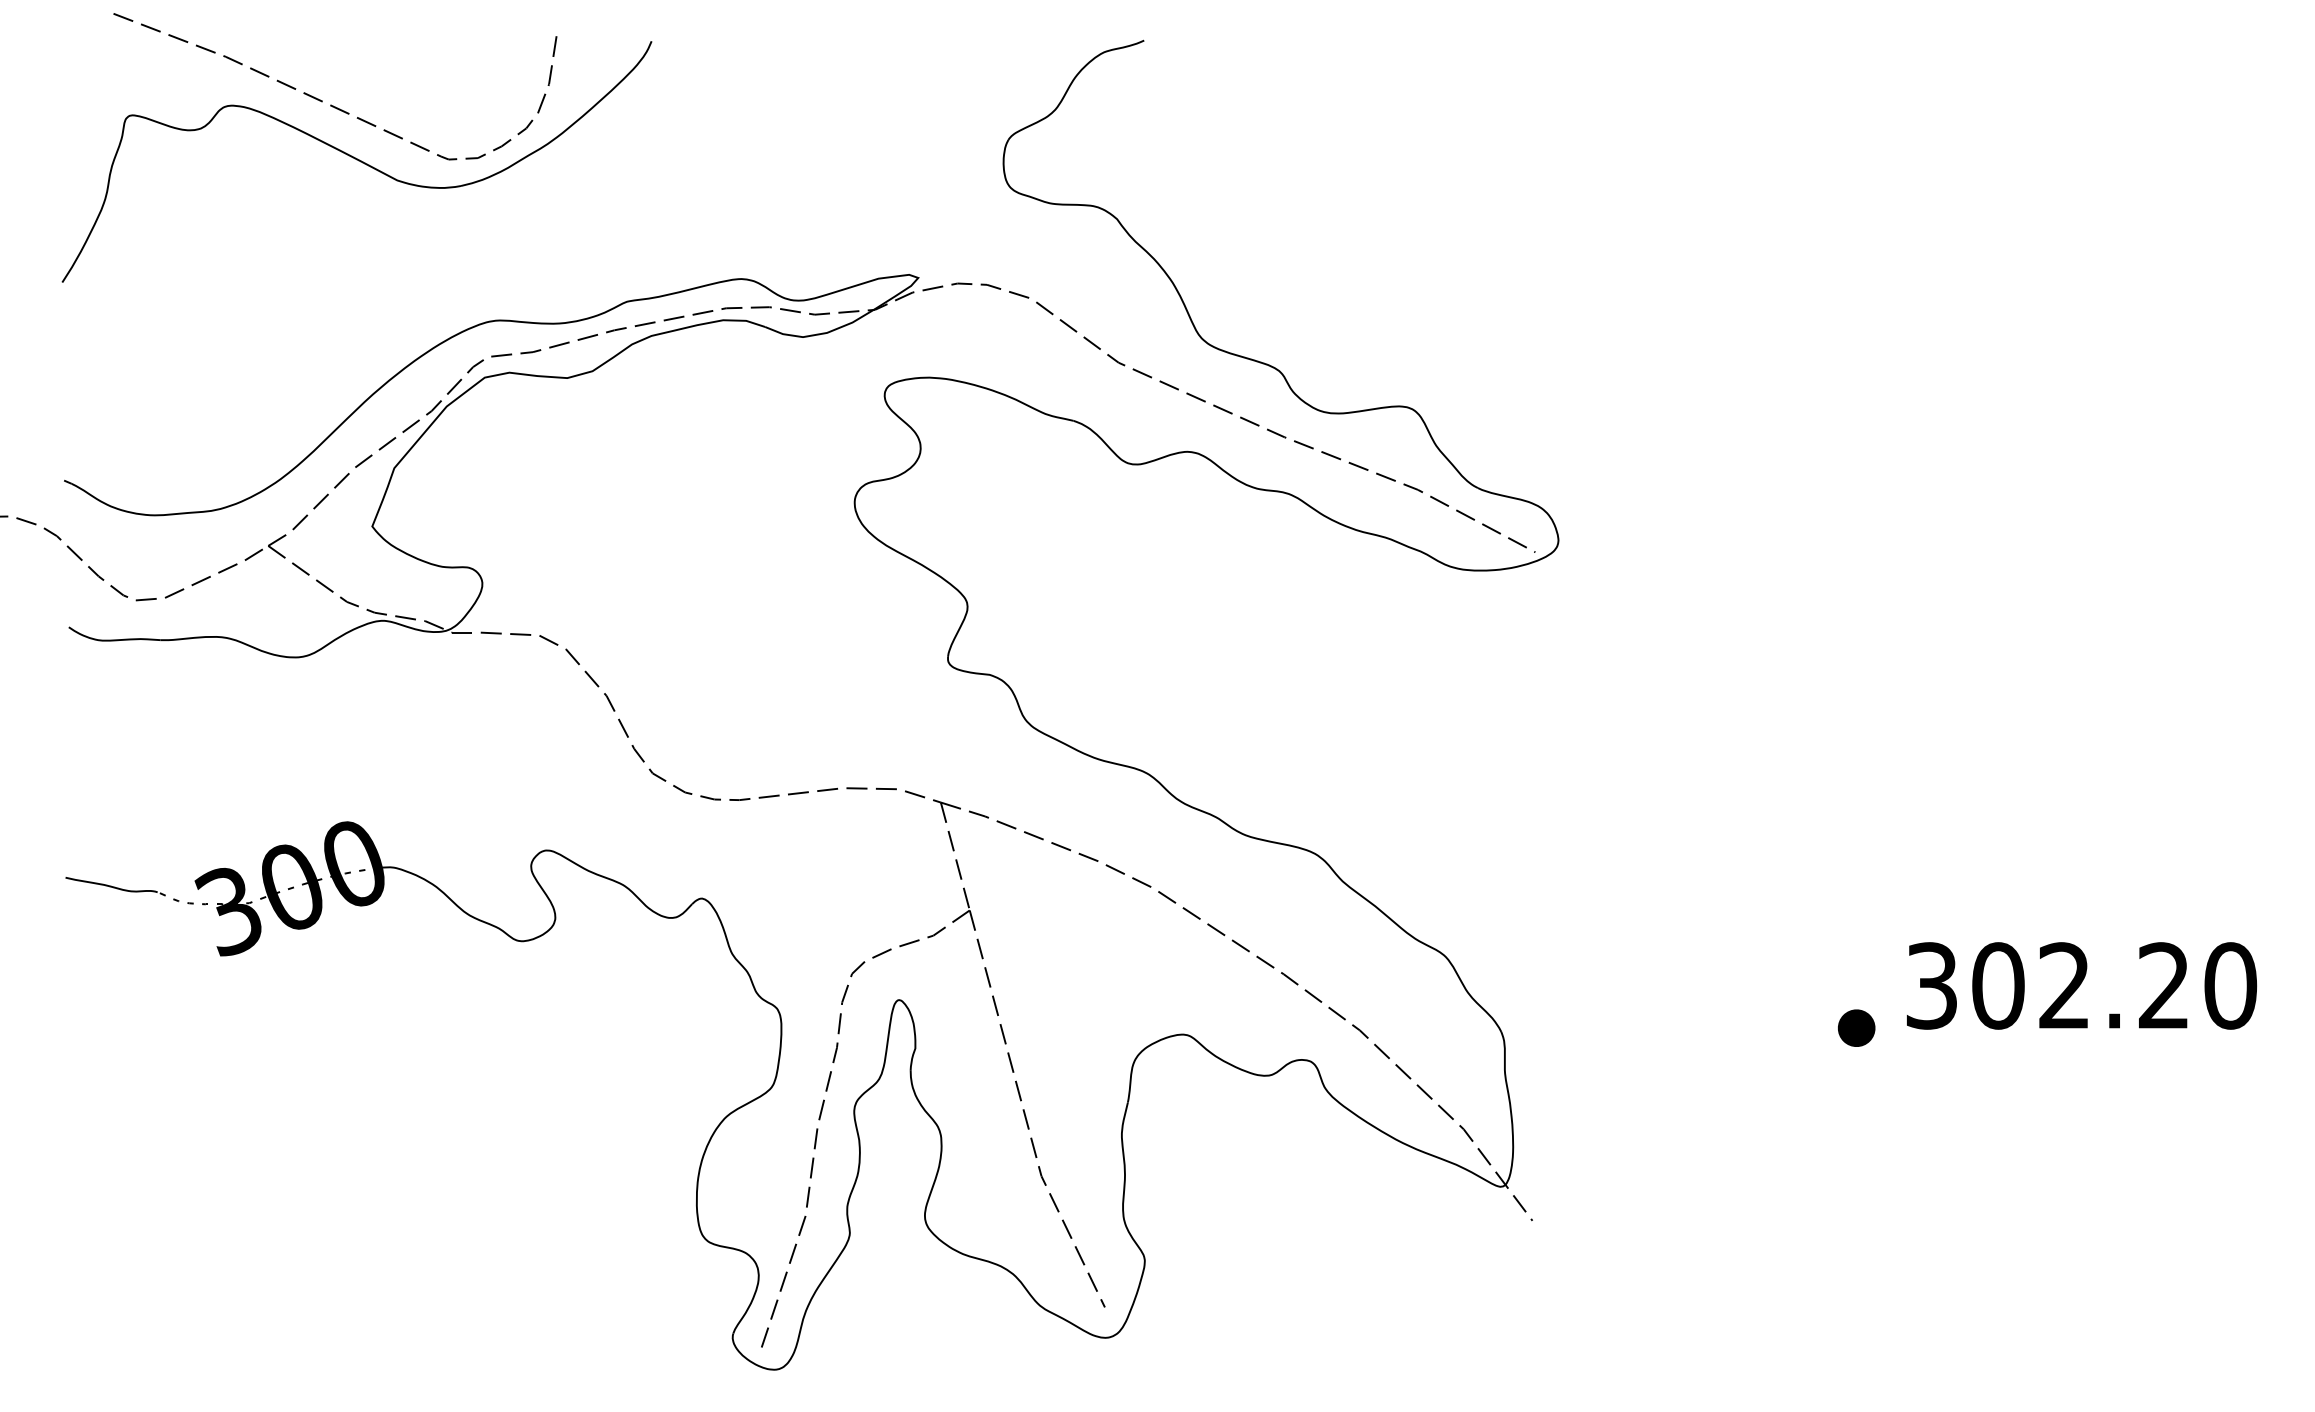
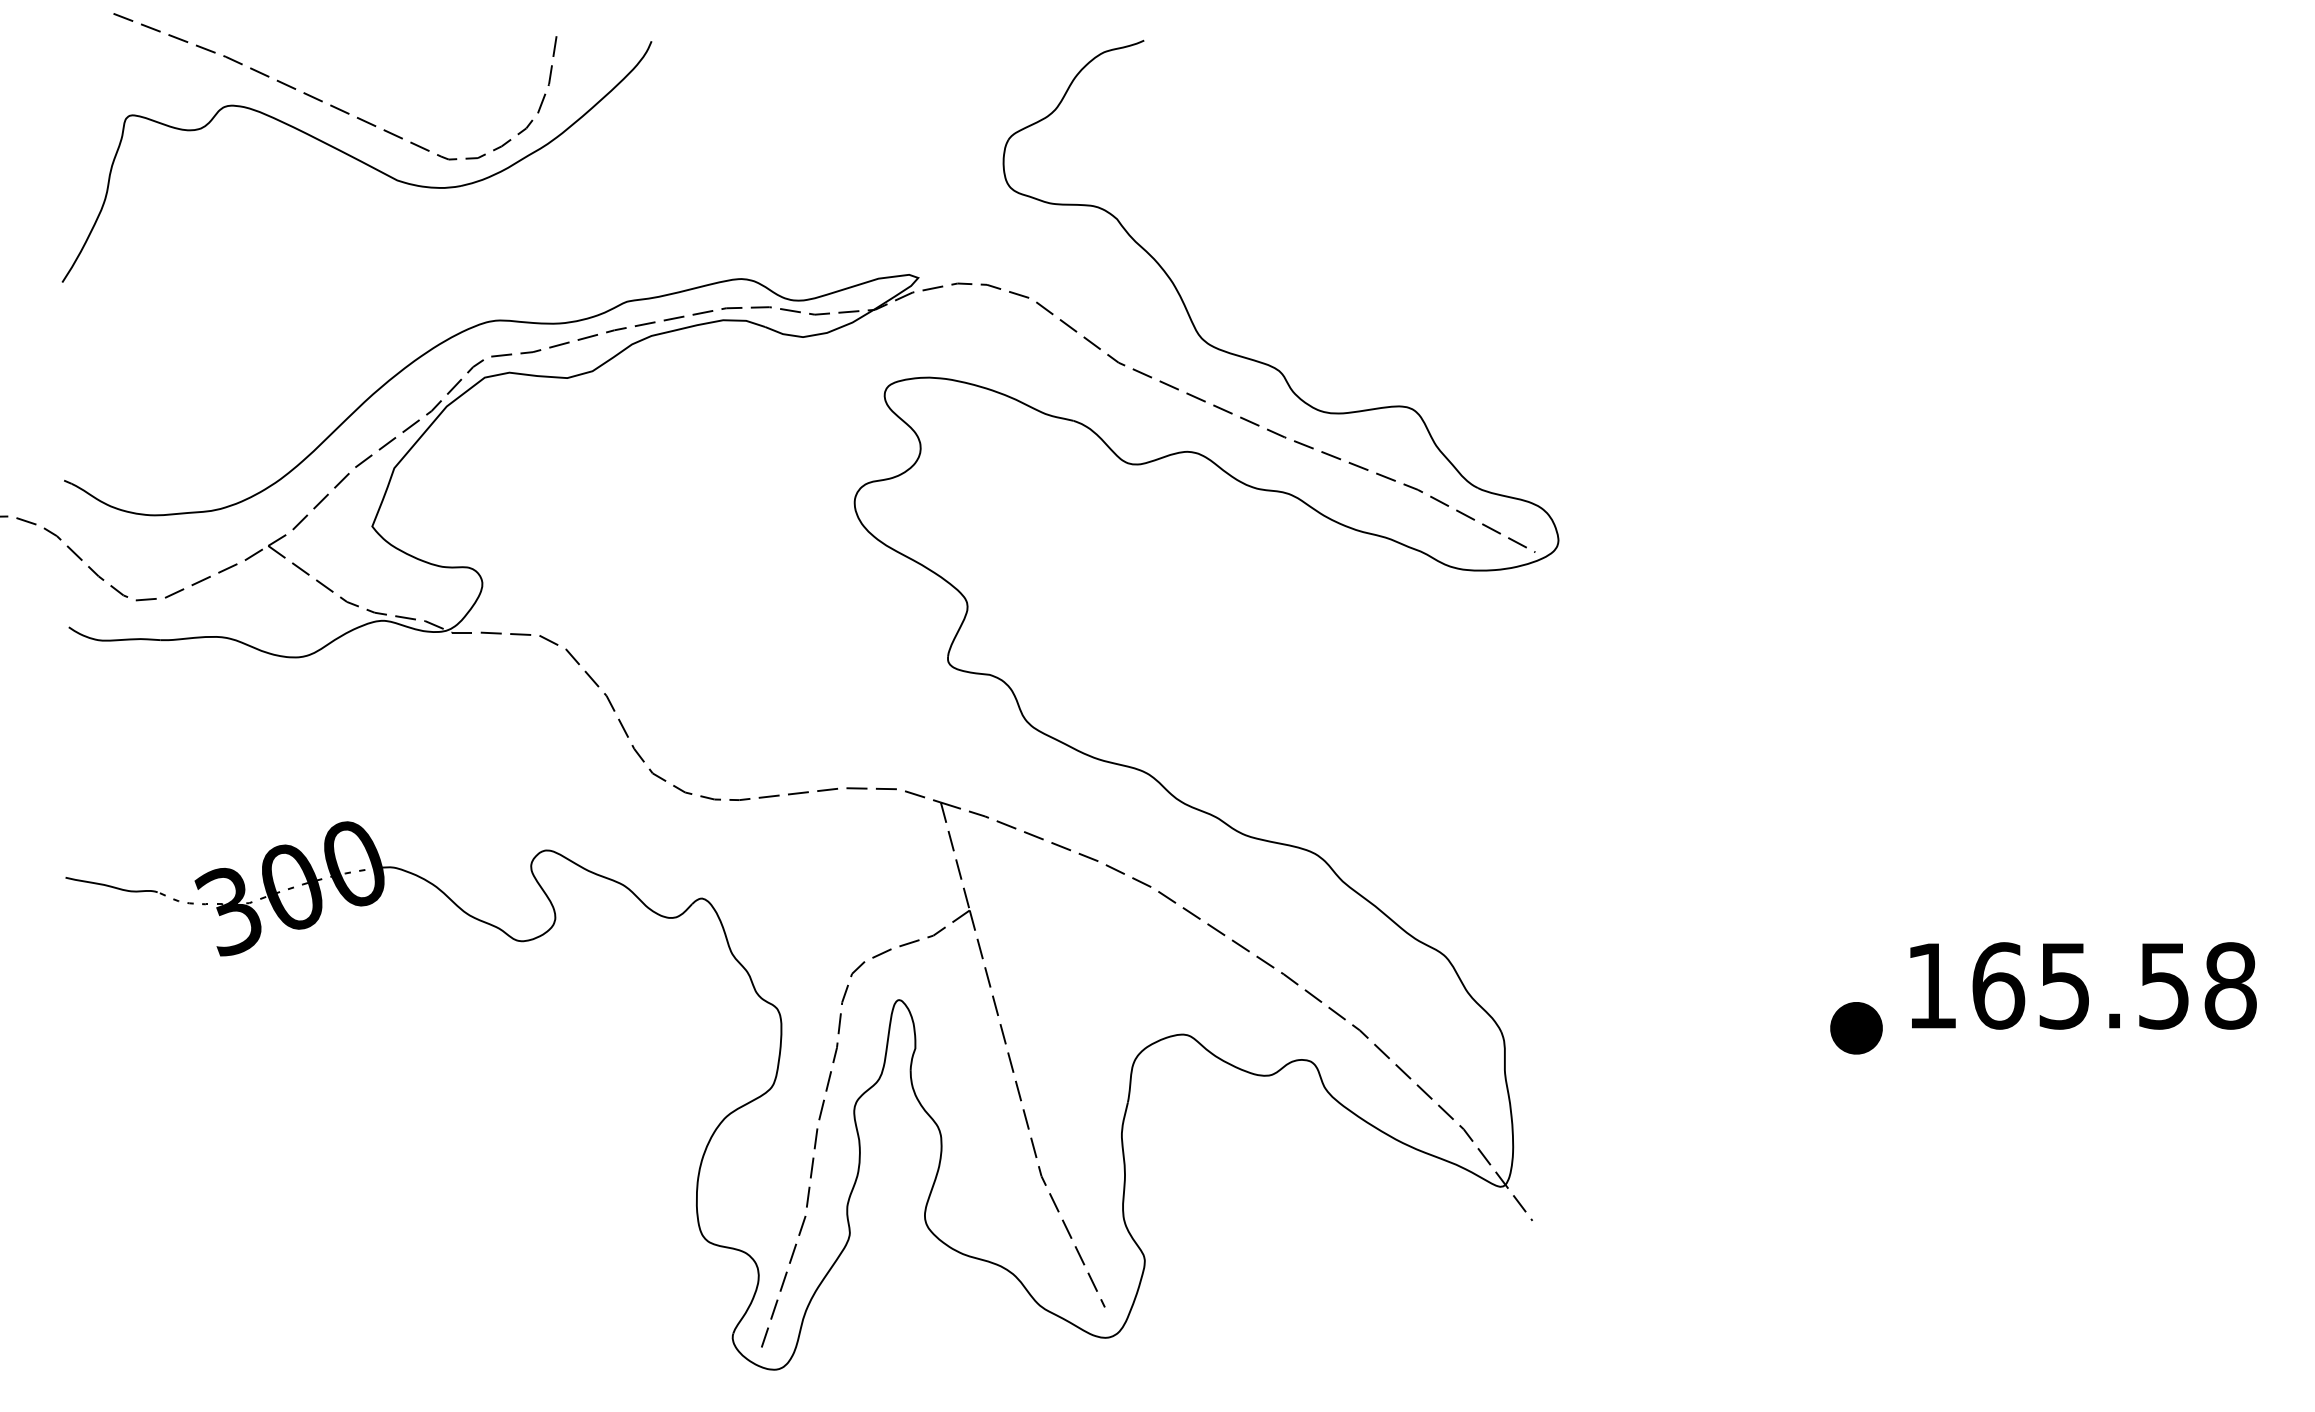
text at (2081, 985): 302.20 -> 165.58
part at (1856, 1027) size: 38x38 px -> 53x53 px
